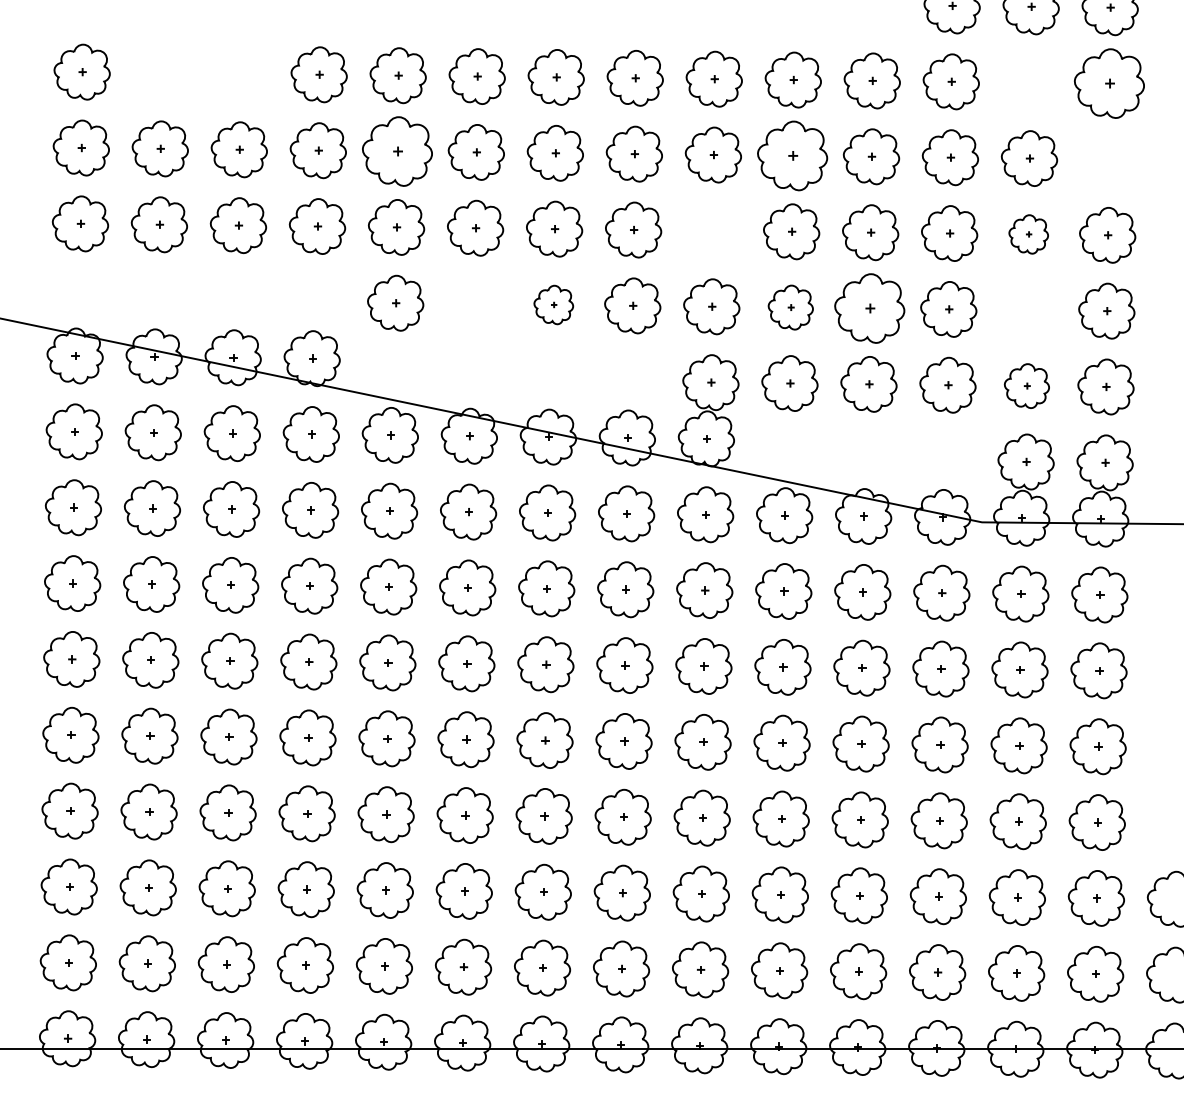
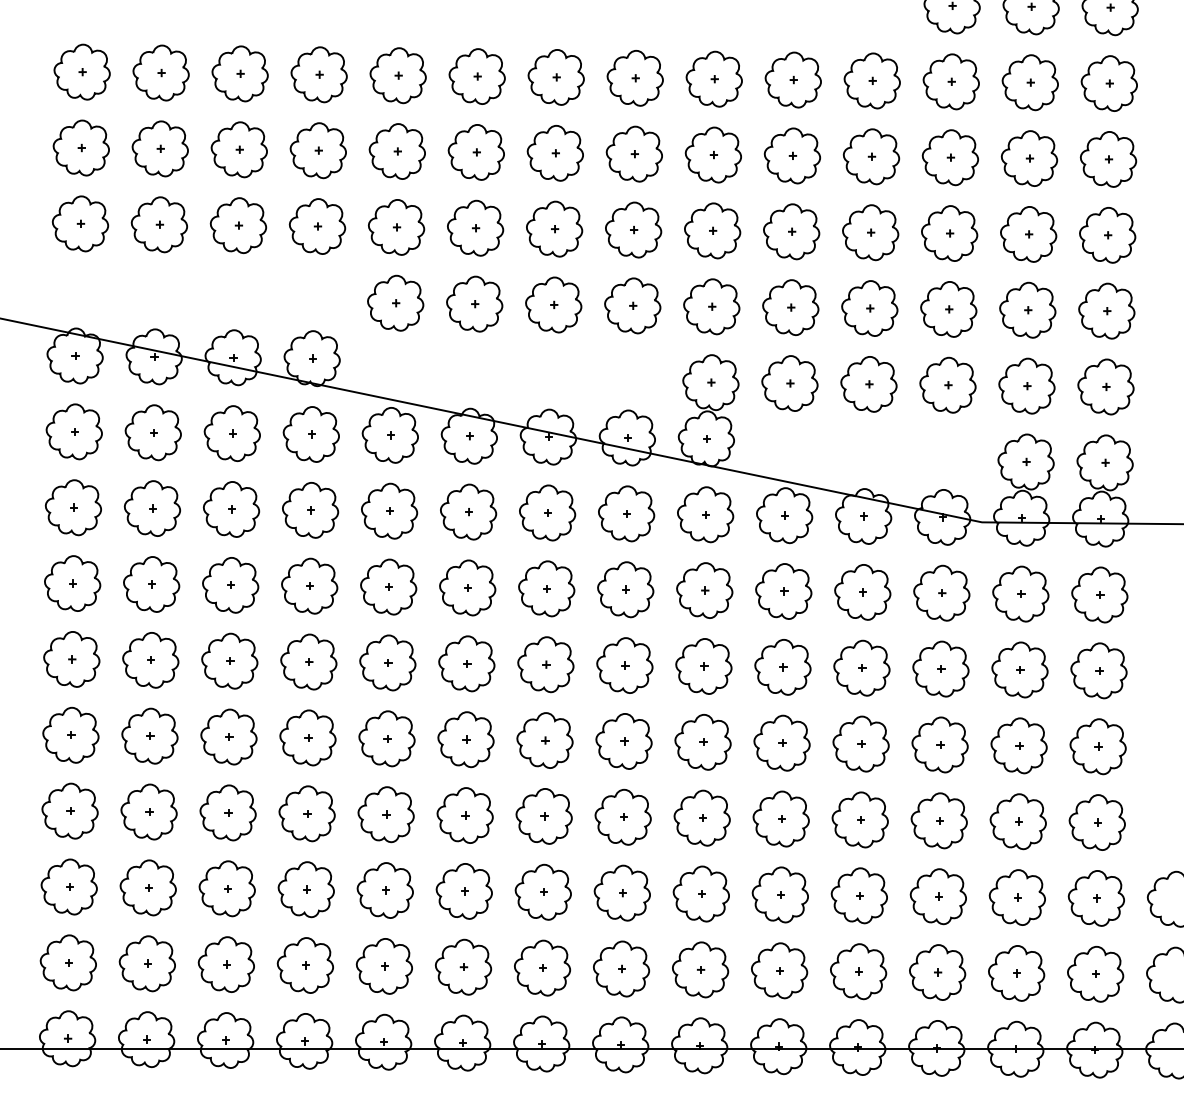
part at (160, 72): none -> present
part at (239, 73): none -> present
part at (1029, 82): none -> present
part at (1109, 83) size: 71x71 px -> 58x57 px
part at (397, 151) size: 71x71 px -> 58x57 px
part at (792, 155) size: 72x72 px -> 58x58 px
part at (1108, 159): none -> present
part at (712, 230): none -> present
part at (1028, 234) size: 41x41 px -> 58x57 px
part at (474, 303): none -> present
part at (553, 304) size: 42x42 px -> 58x58 px
part at (790, 307) size: 47x47 px -> 58x57 px
part at (869, 308) size: 72x71 px -> 58x57 px
part at (1027, 309): none -> present
part at (1026, 385) size: 47x46 px -> 58x58 px
